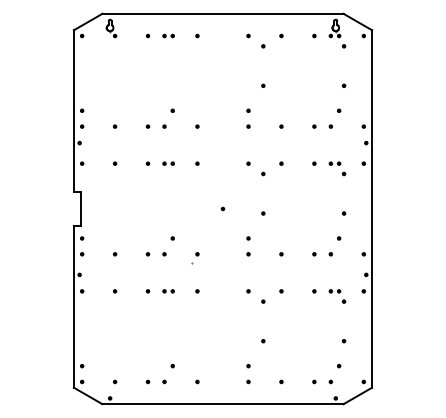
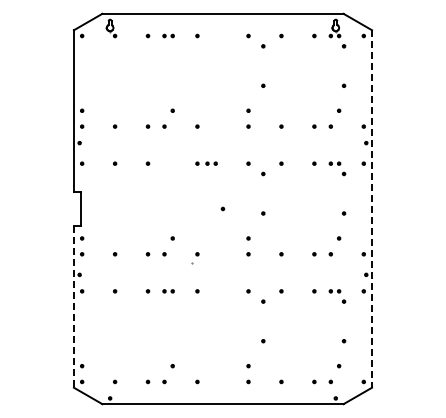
part at (168, 163) position: (168, 163) -> (211, 163)
line at (372, 209): solid -> dashed
line at (73, 306): solid -> dashed
